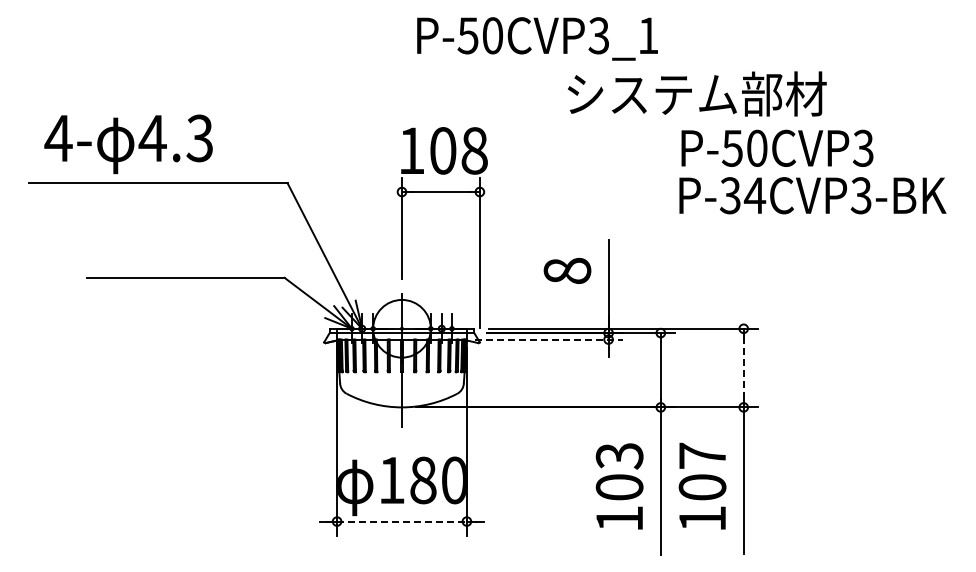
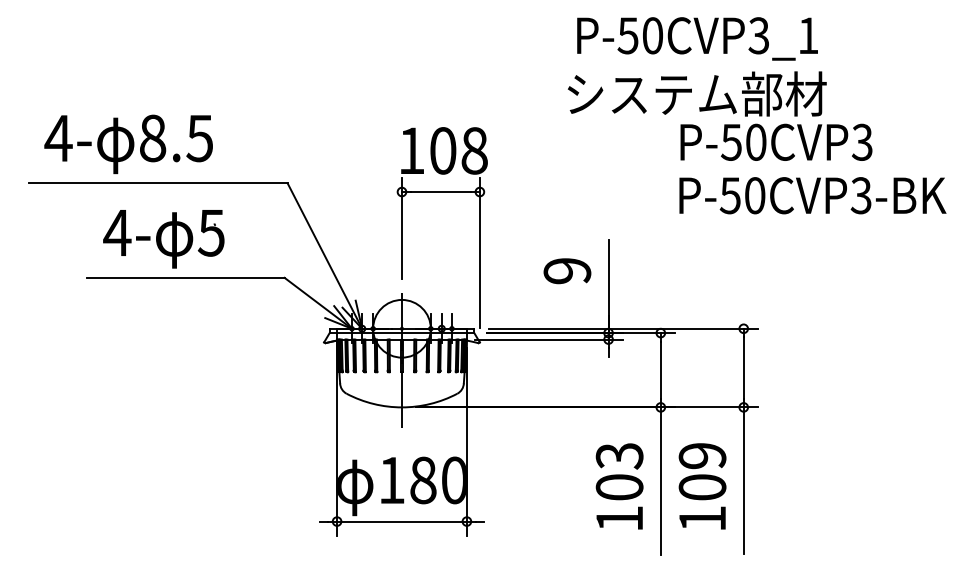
text at (537, 38) position: (537, 38) -> (697, 38)
text at (175, 138): 4.3 -> 8.5
text at (777, 147) position: (777, 147) -> (776, 141)
text at (743, 195): P-34CVP3-BK -> P-50CVP3-BK
part at (163, 239): none -> present
text at (567, 270): 8 -> 9
line at (549, 339): dashed -> solid
line at (743, 368): dashed -> solid
text at (702, 455): 107 -> 109
line at (402, 521): dashed -> solid
